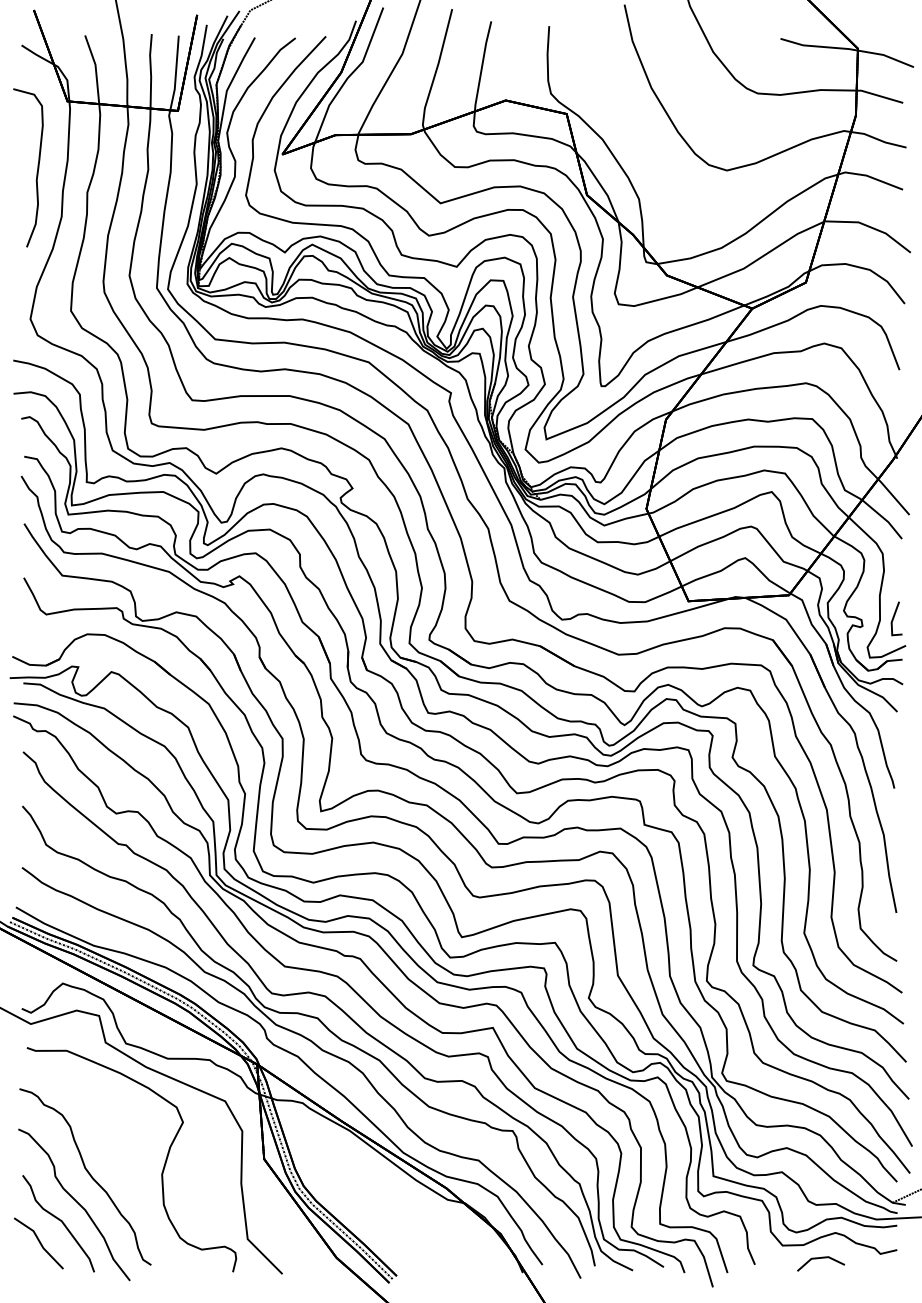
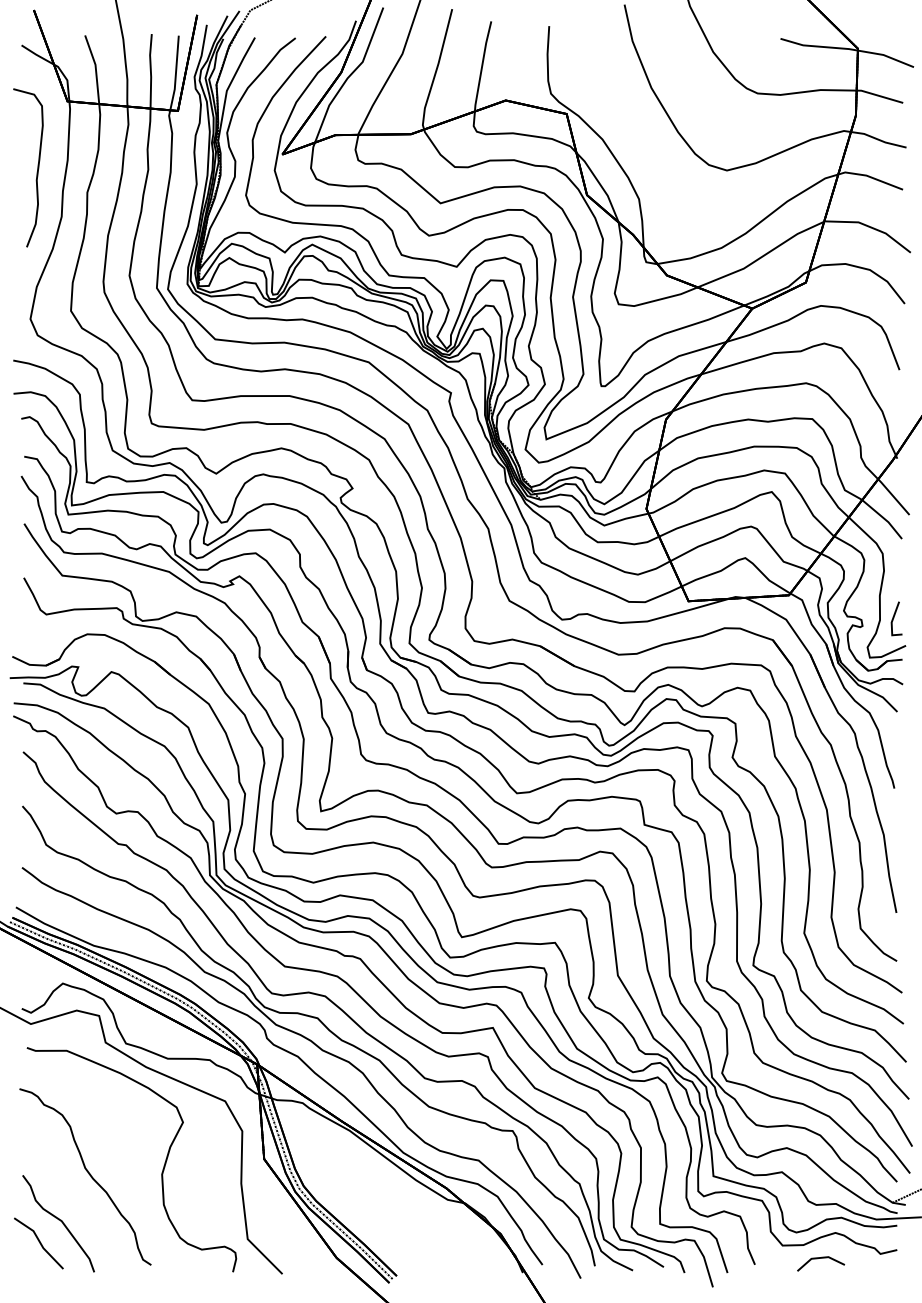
curve at (76, 1202): present -> none
